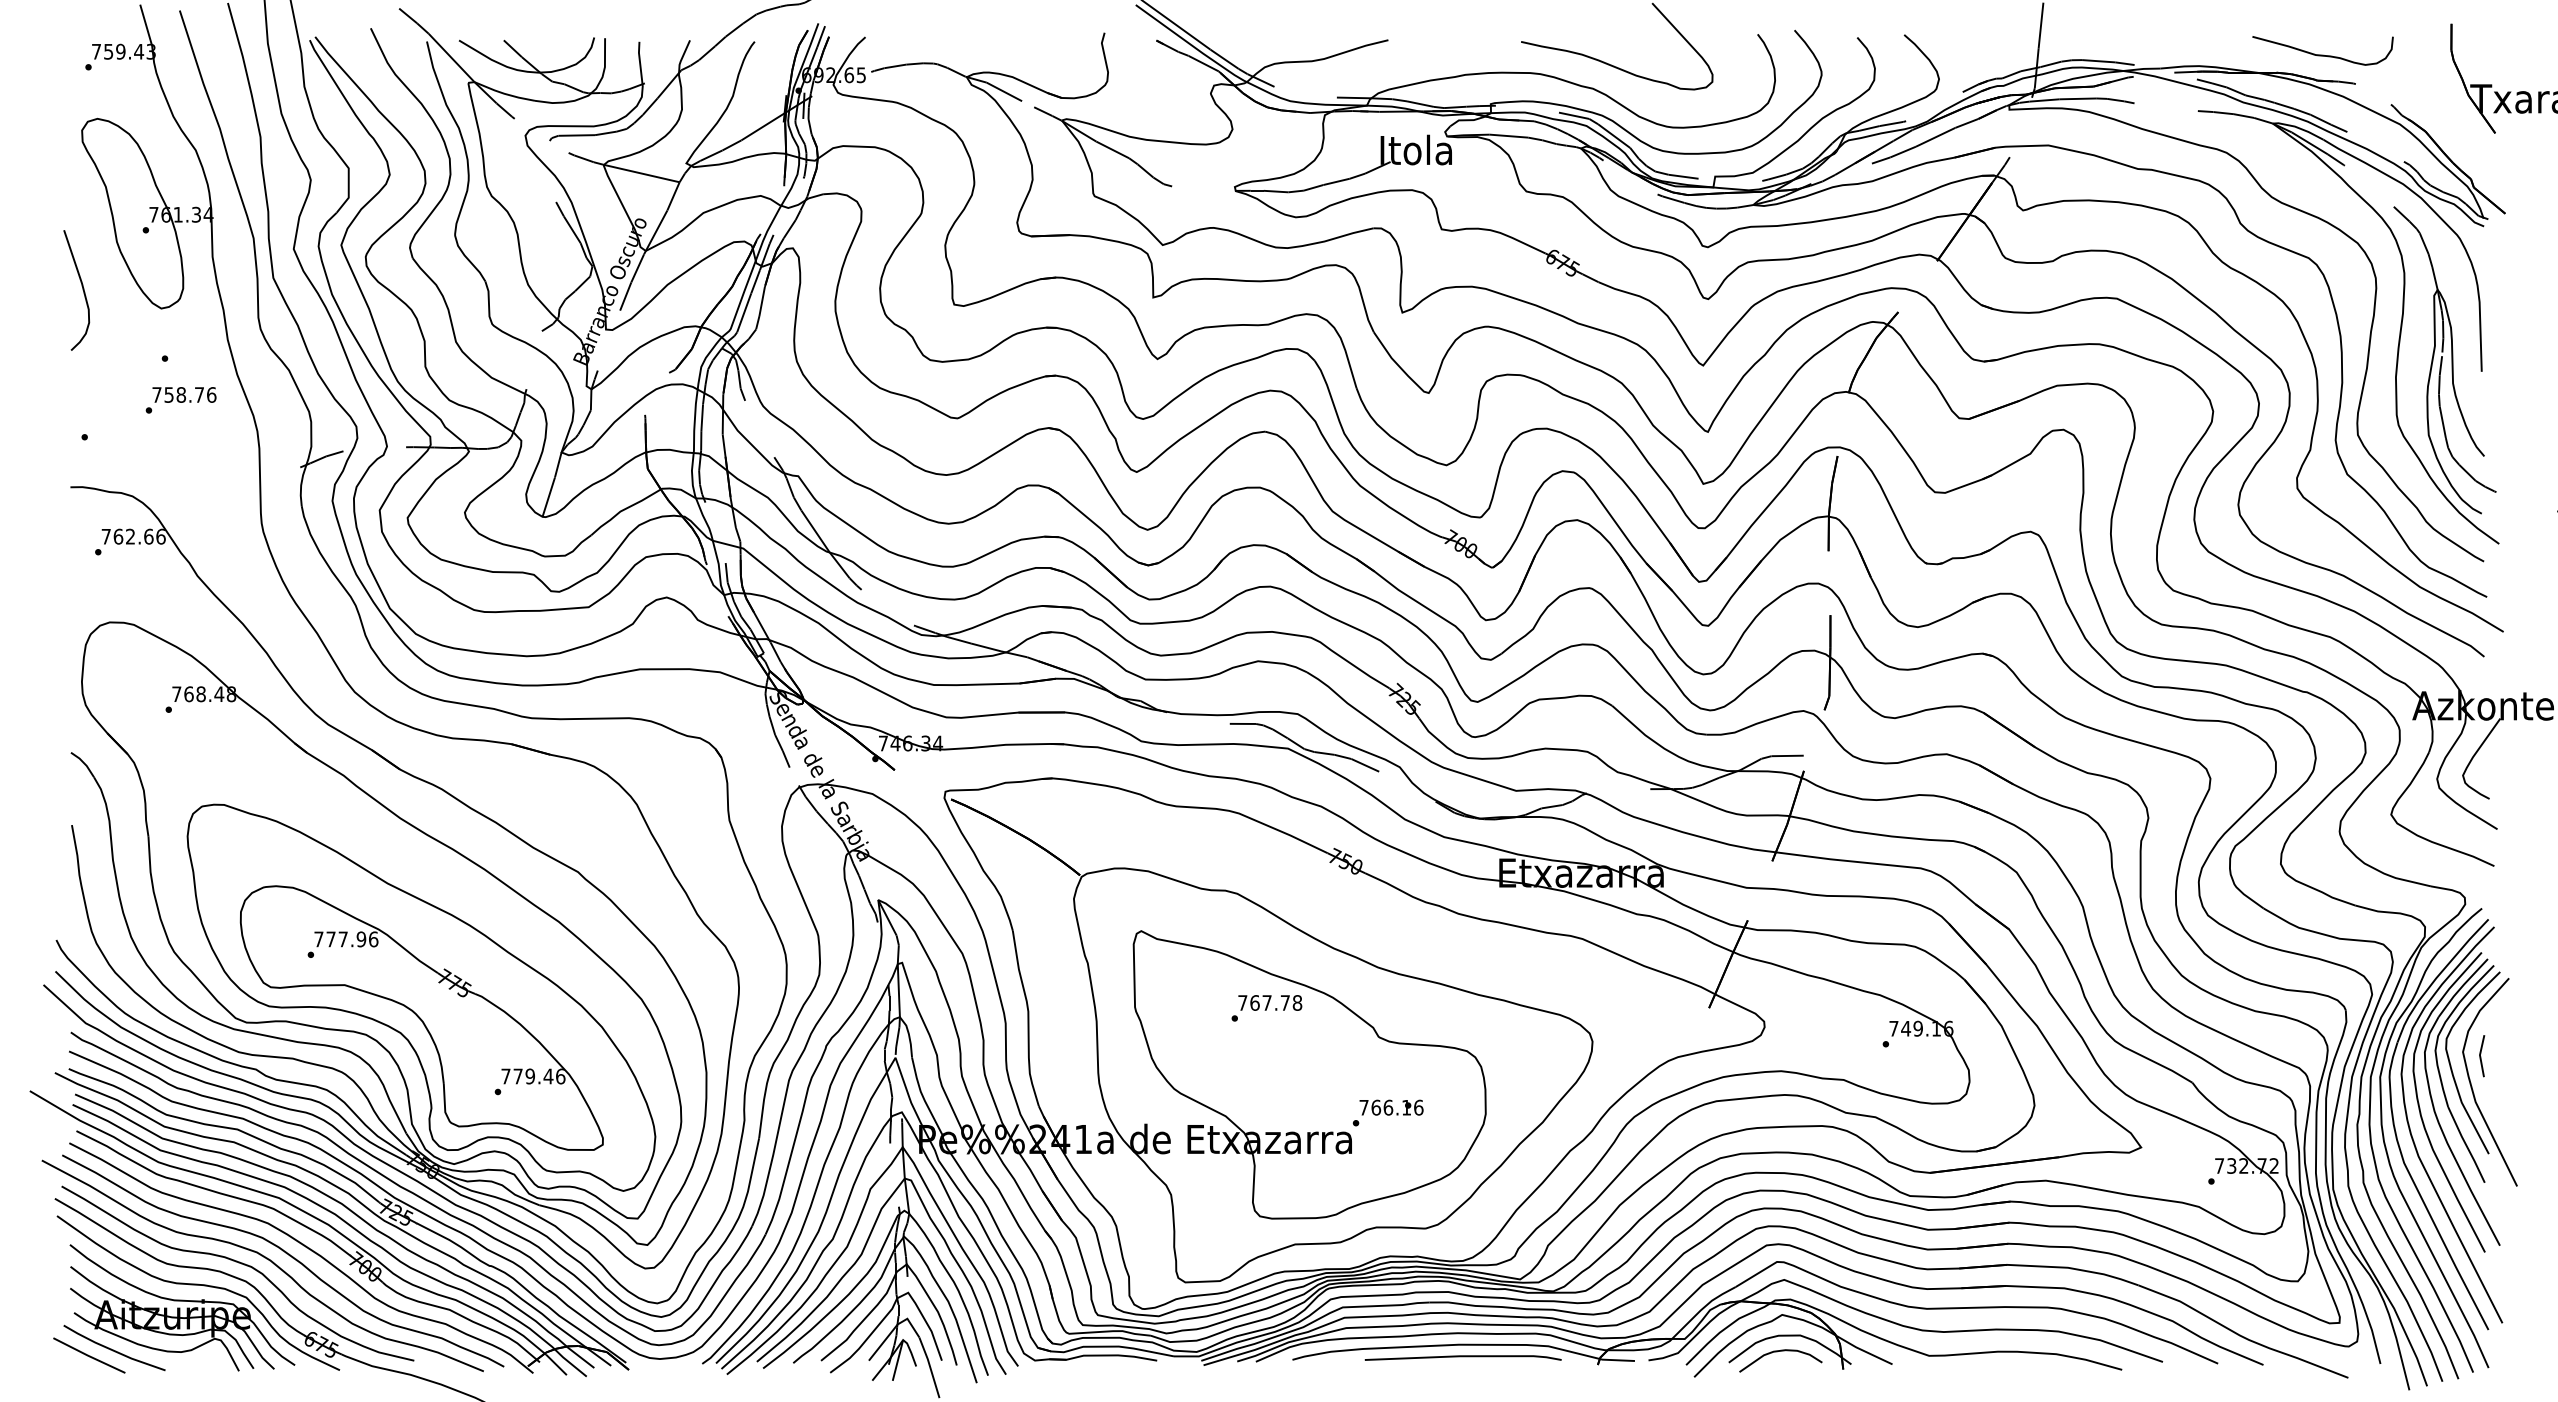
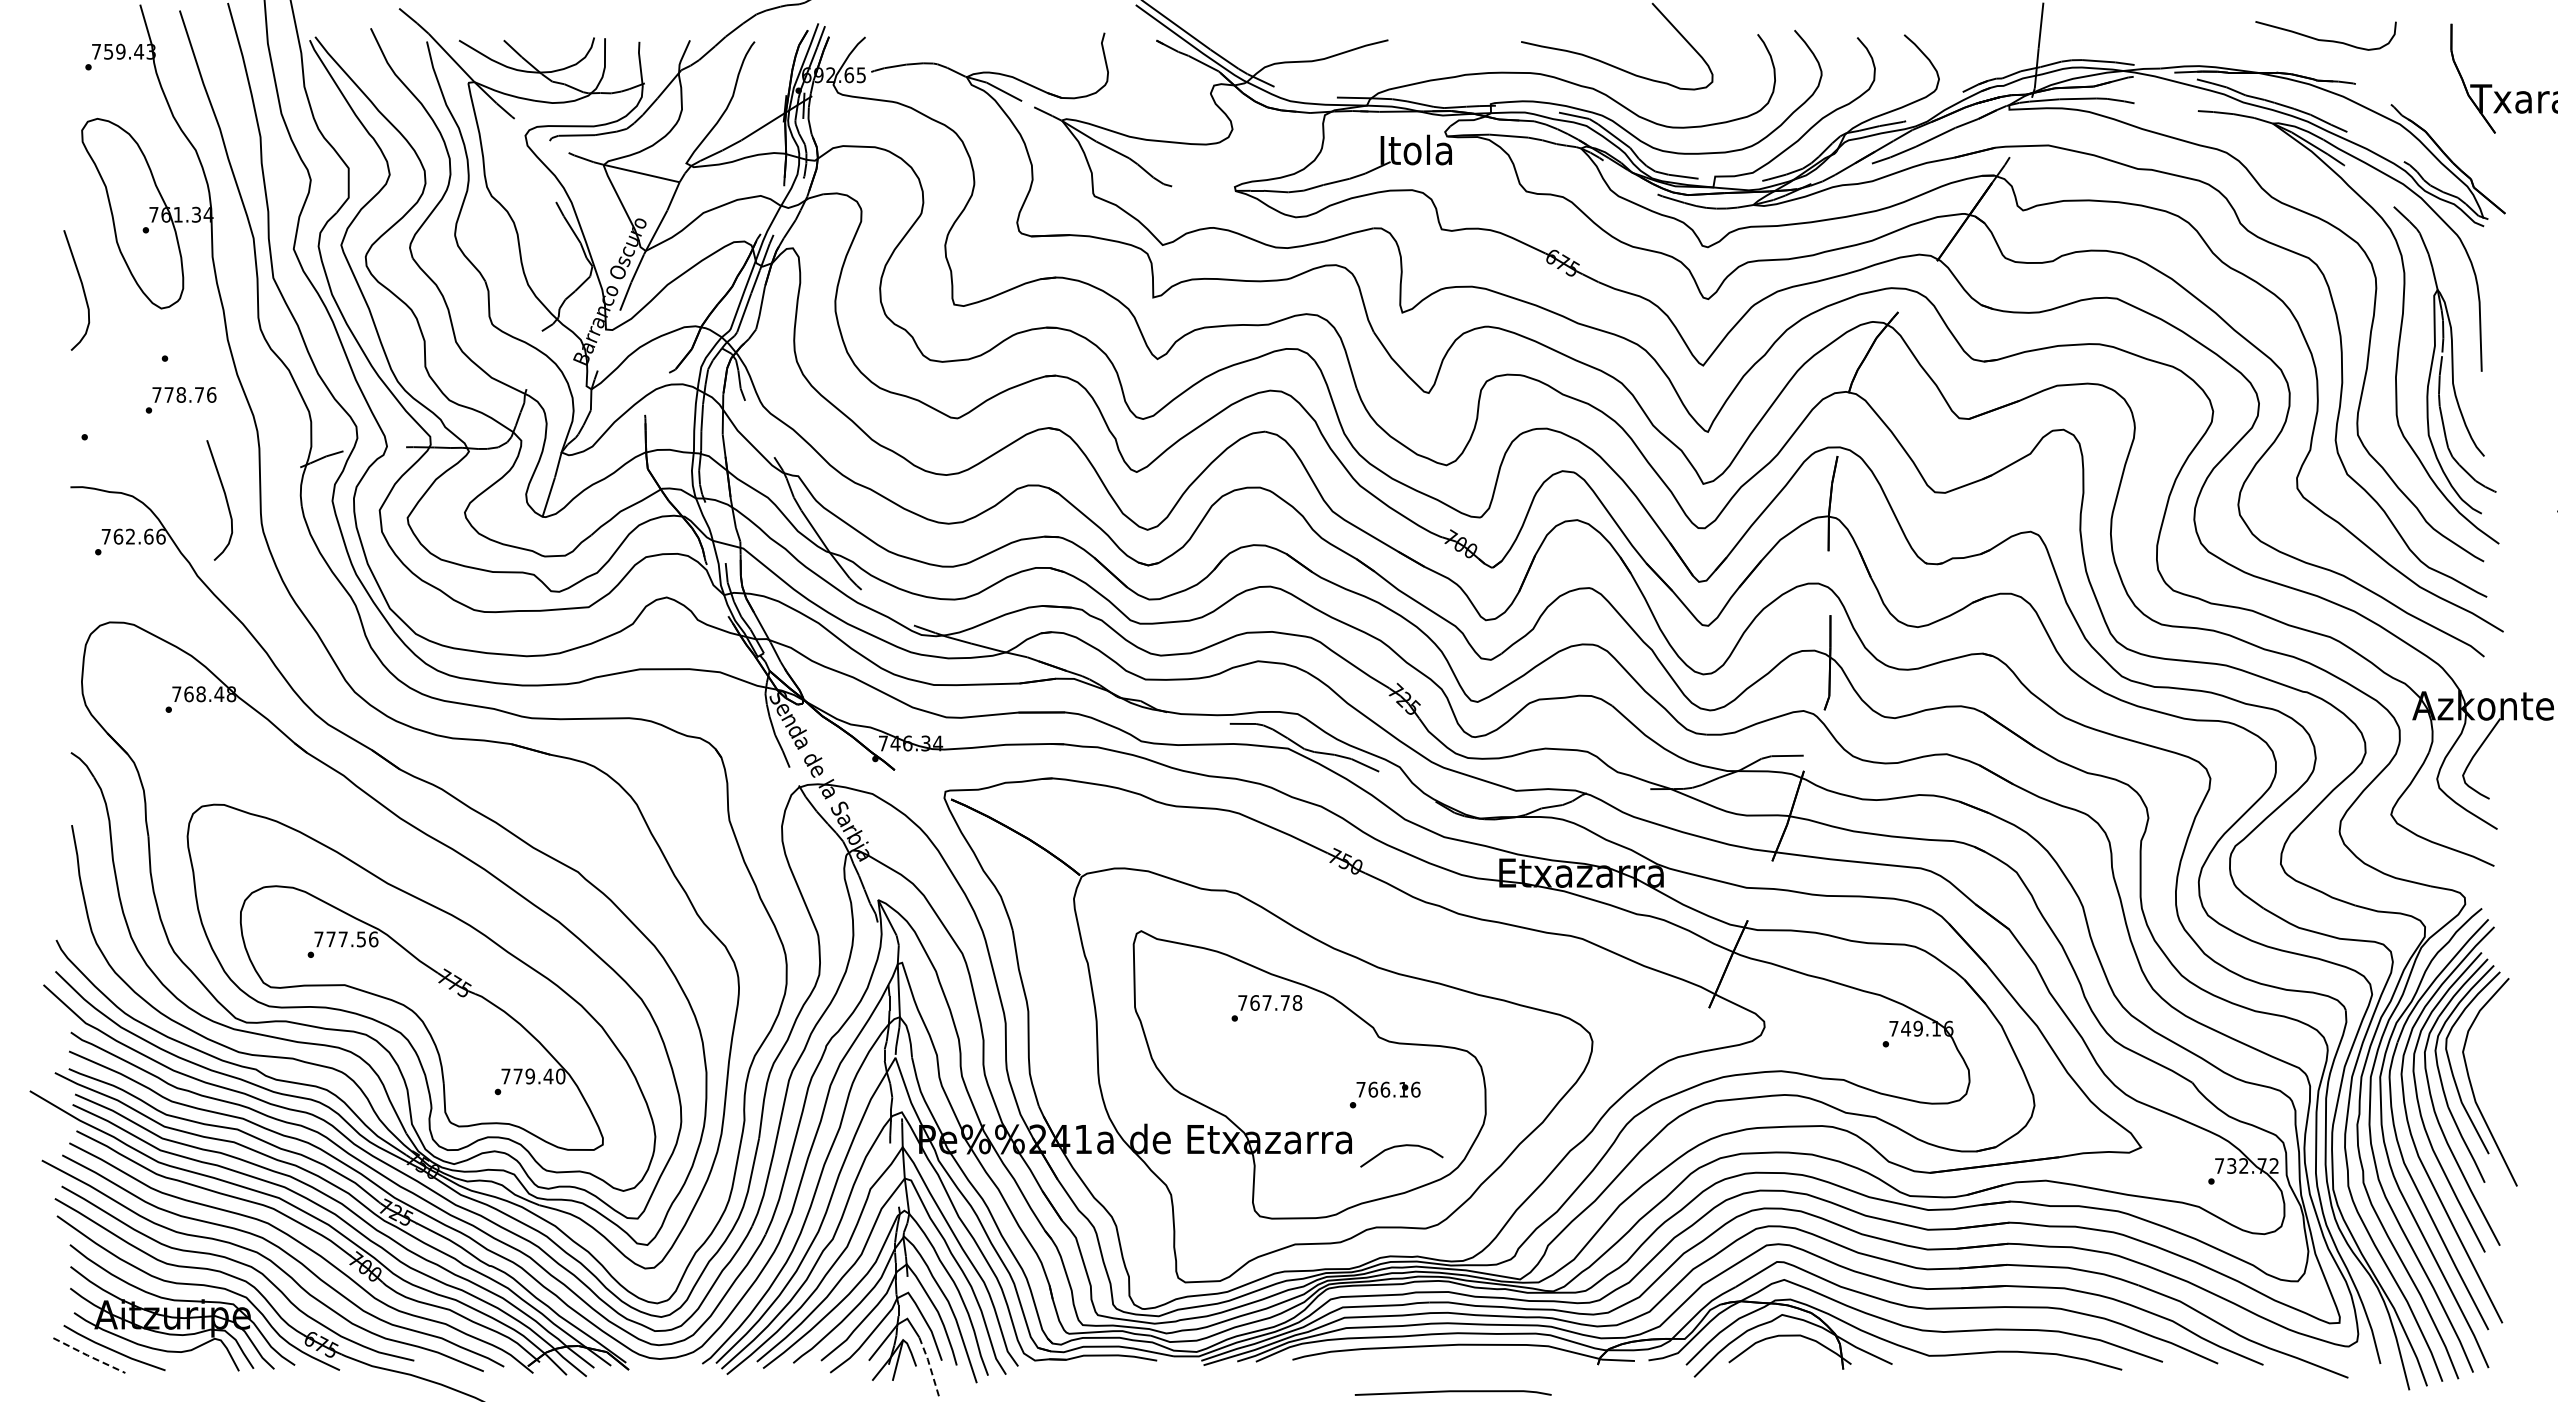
curve at (2322, 54) position: (2322, 54) -> (2325, 39)
text at (168, 394): 758.76 -> 778.76
curve at (225, 500): none -> present
text at (361, 938): 777.96 -> 777.56
line at (2481, 1056): present -> none
text at (560, 1076): 779.46 -> 779.40
text at (1387, 1112) position: (1387, 1112) -> (1384, 1094)
curve at (1777, 1352) position: (1777, 1352) -> (1398, 1147)
line at (88, 1355): solid -> dashed
line at (1462, 1357) position: (1462, 1357) -> (1452, 1392)
line at (930, 1366): solid -> dashed
